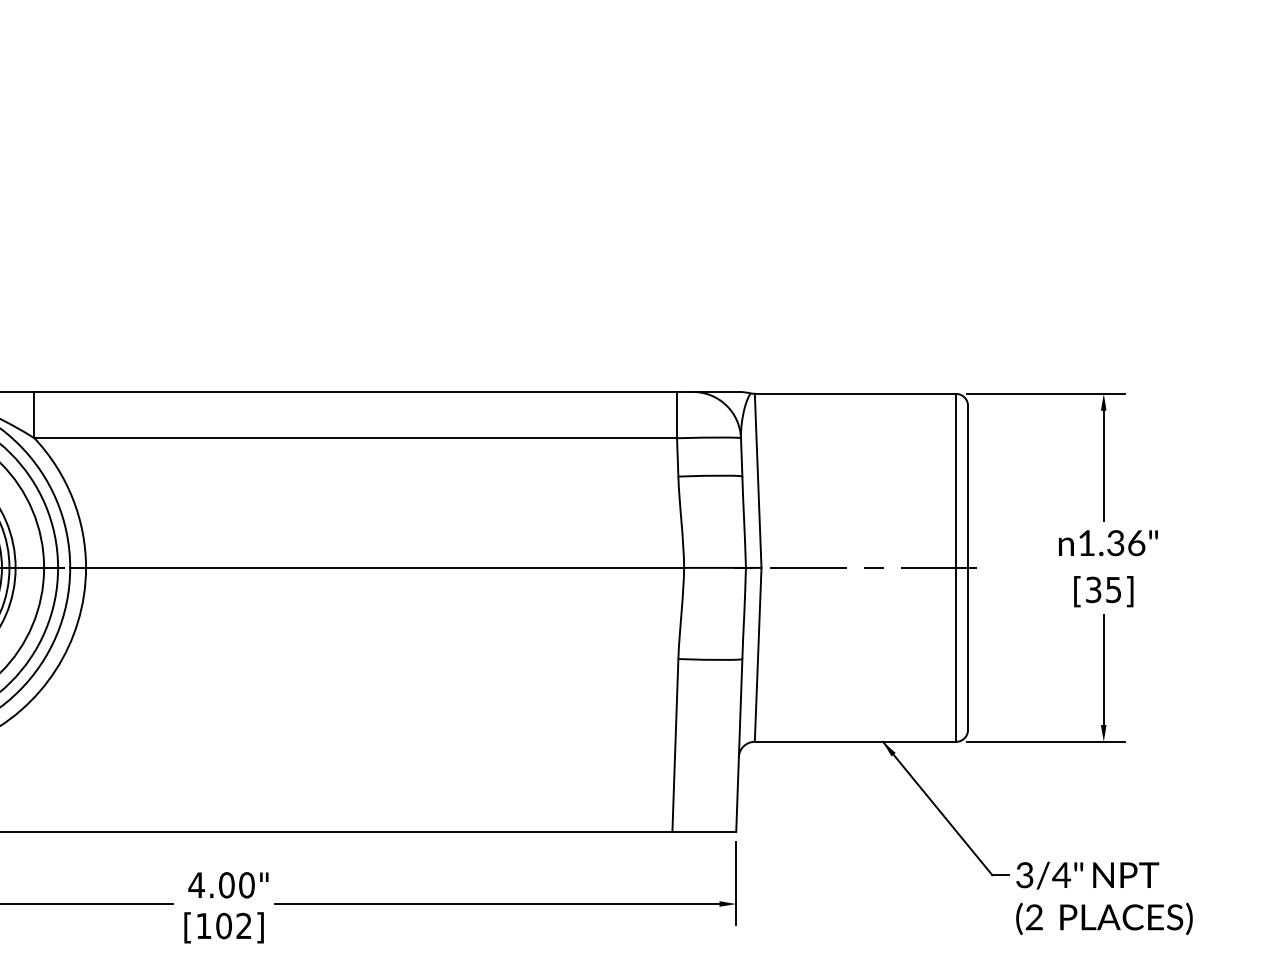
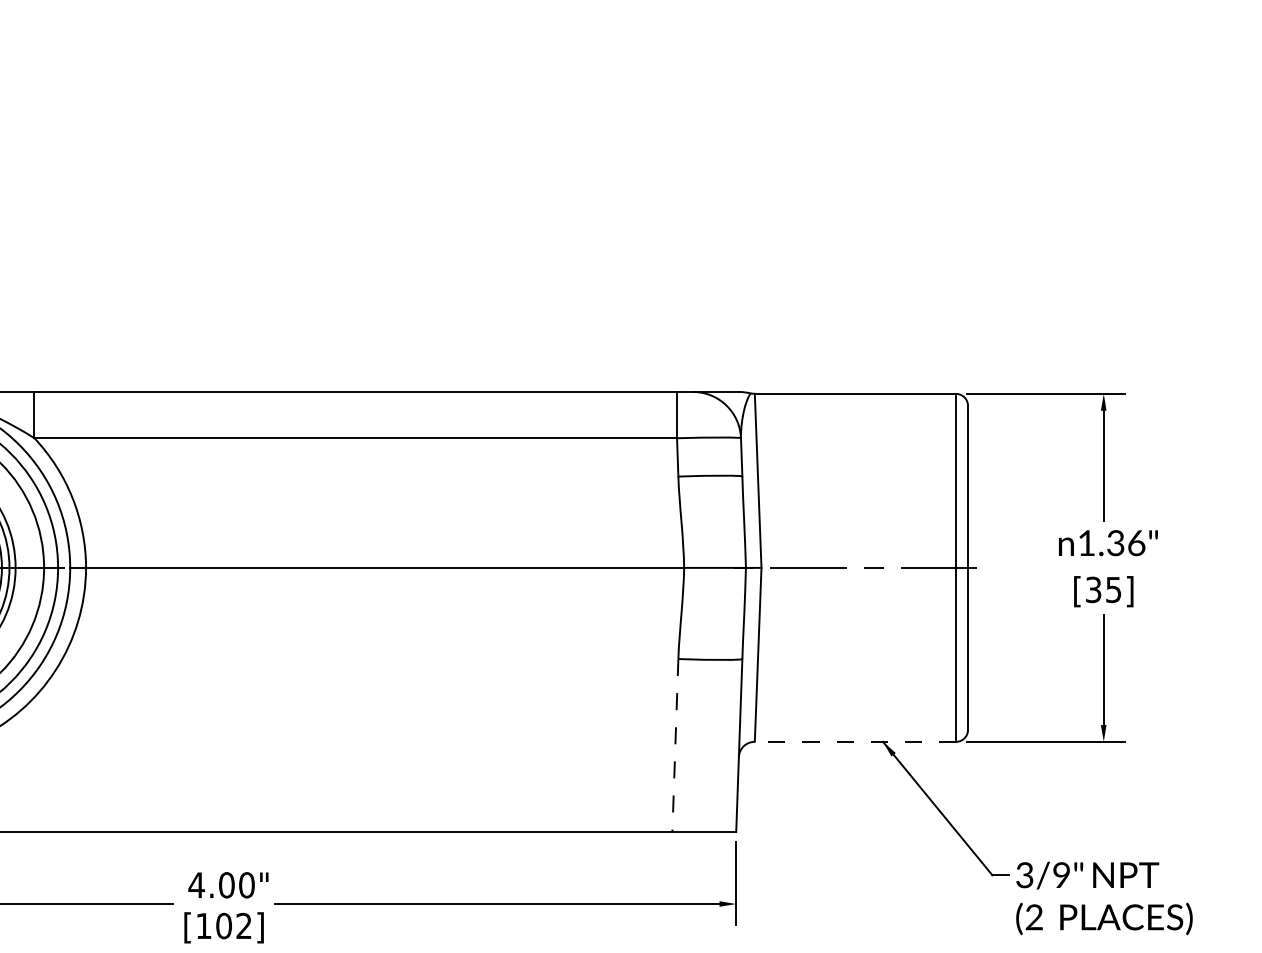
line at (855, 741): solid -> dashed
line at (675, 745): solid -> dashed
text at (1061, 874): 3/4" -> 3/9"
